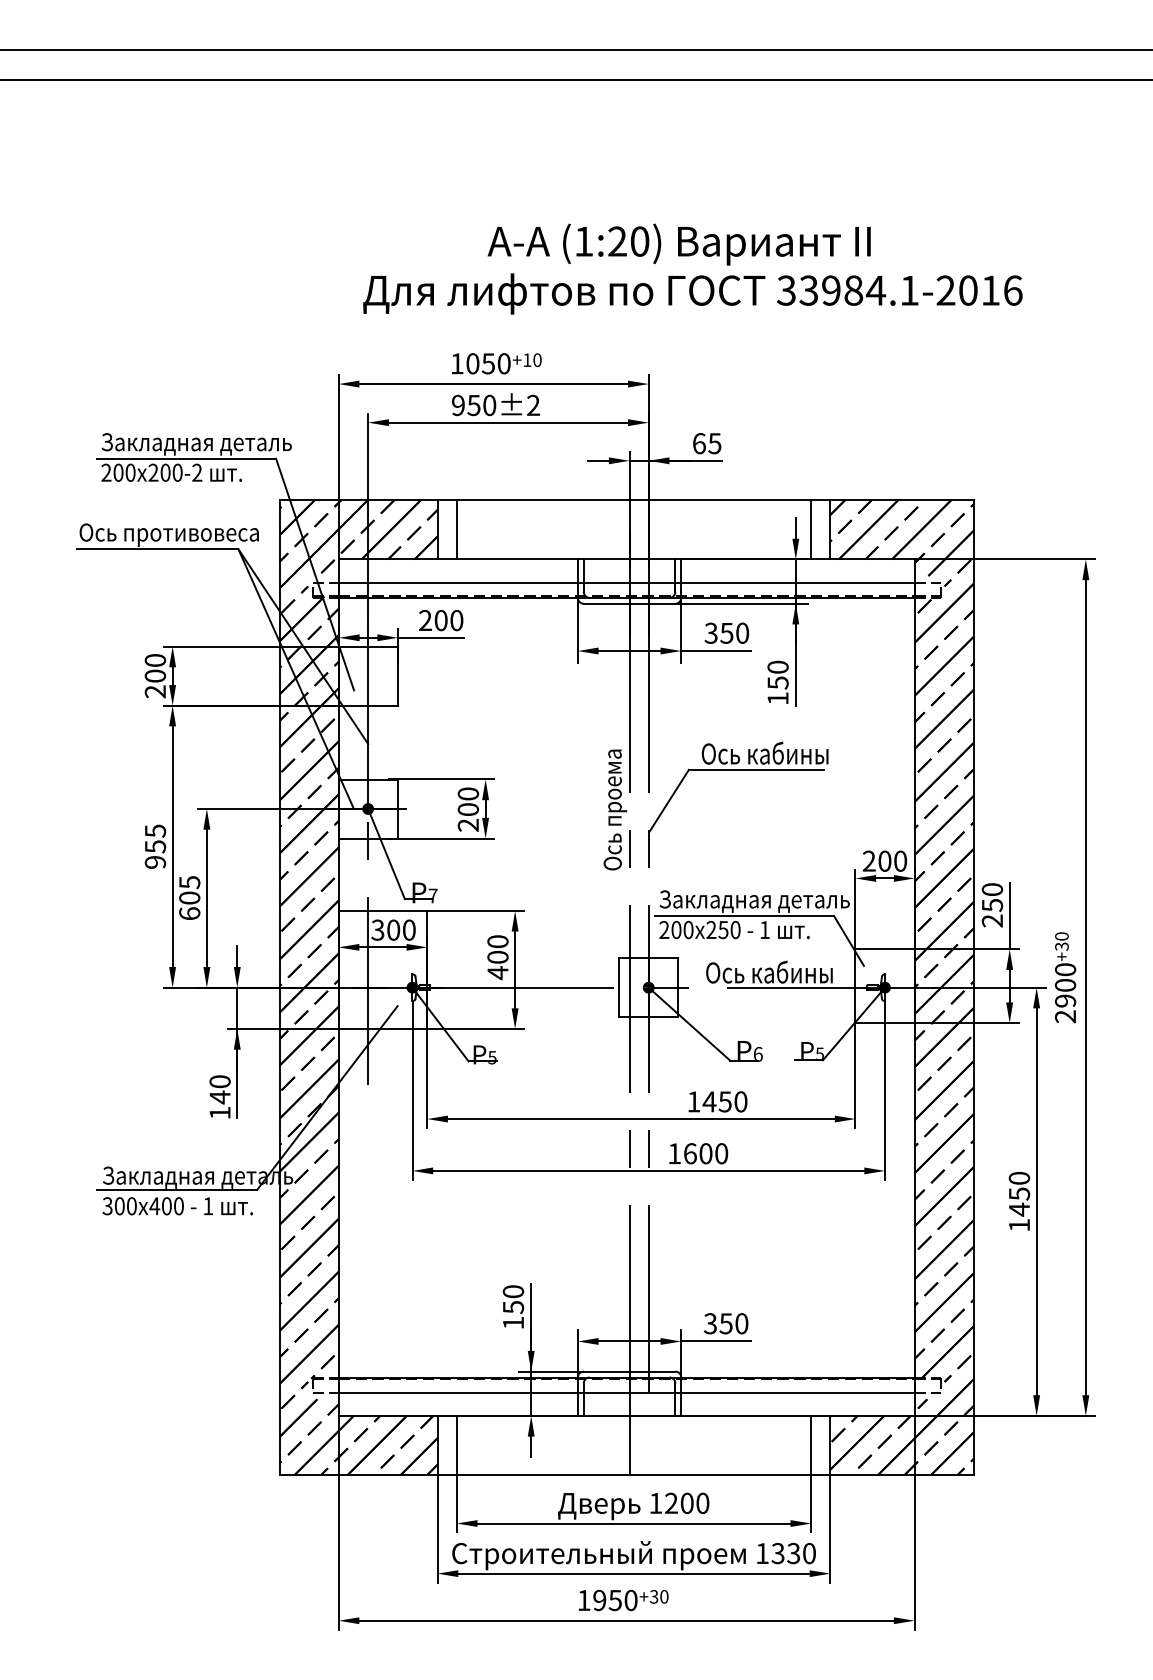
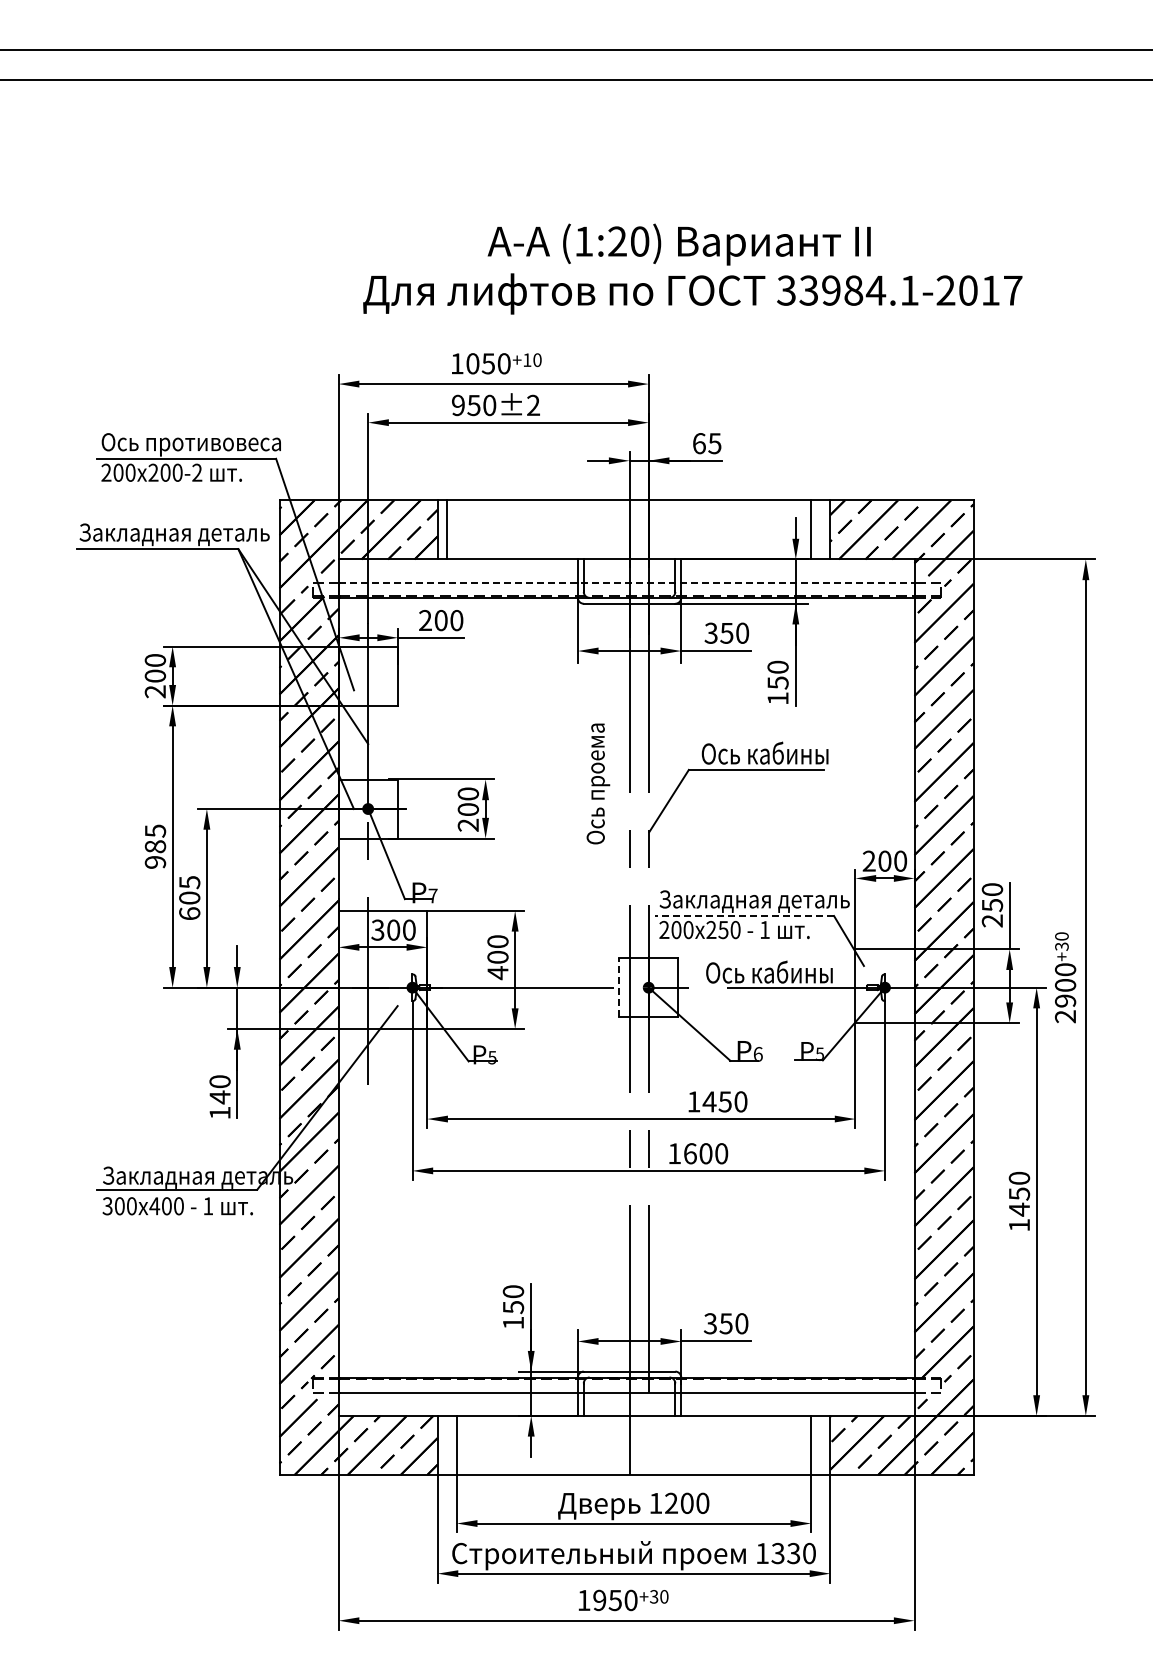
text at (1013, 290): 33984.1-2016 -> 33984.1-2017
text at (196, 444): Закладная деталь -> Ось противовеса
line at (456, 529) position: (456, 529) -> (446, 529)
text at (174, 534): Ось противовеса -> Закладная деталь
line at (626, 582): solid -> dashed
text at (615, 809) position: (615, 809) -> (598, 783)
text at (155, 846): 955 -> 985
line at (744, 916): solid -> dashed
line at (619, 987): solid -> dashed
